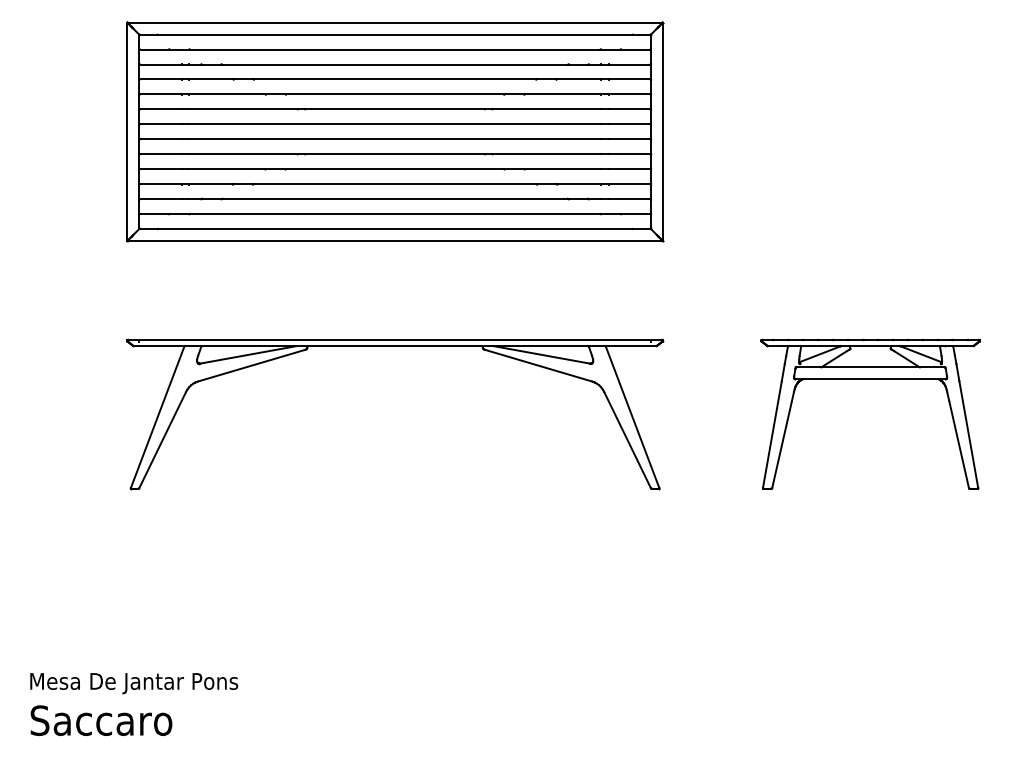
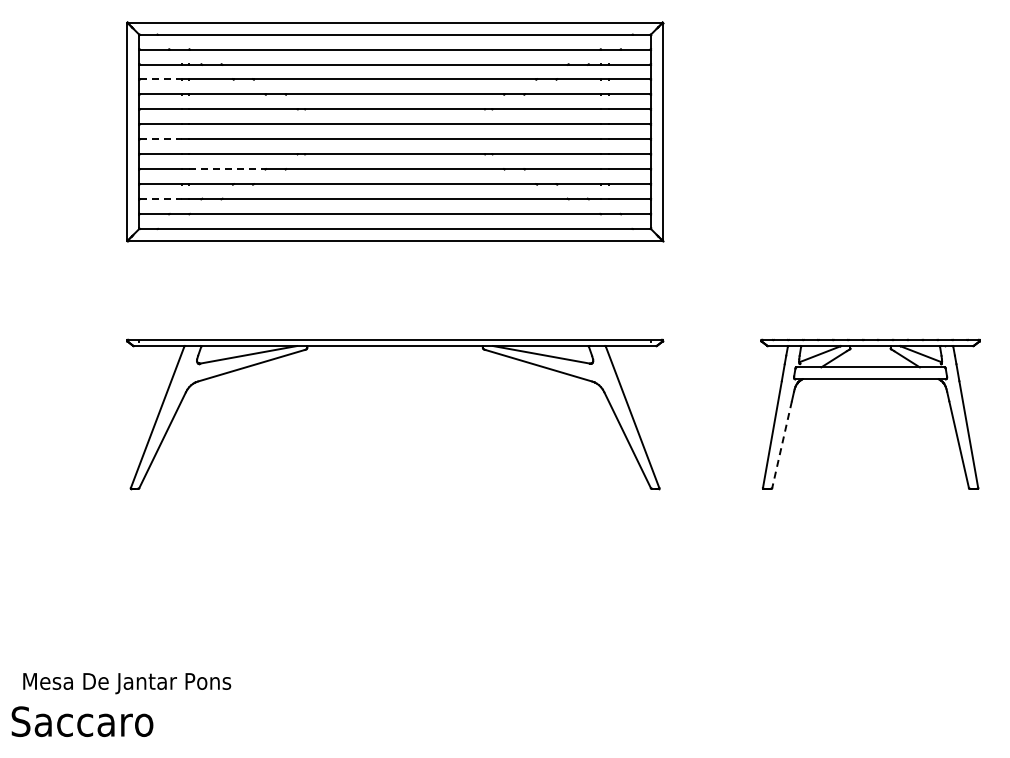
line at (160, 79): solid -> dashed
line at (160, 139): solid -> dashed
line at (227, 169): solid -> dashed
line at (160, 199): solid -> dashed
line at (782, 444): solid -> dashed
text at (134, 683) position: (134, 683) -> (127, 683)
text at (101, 720) position: (101, 720) -> (82, 721)
